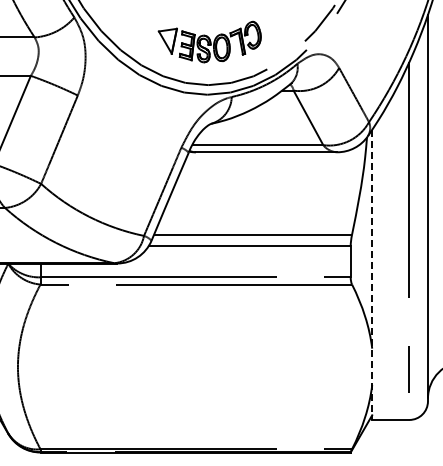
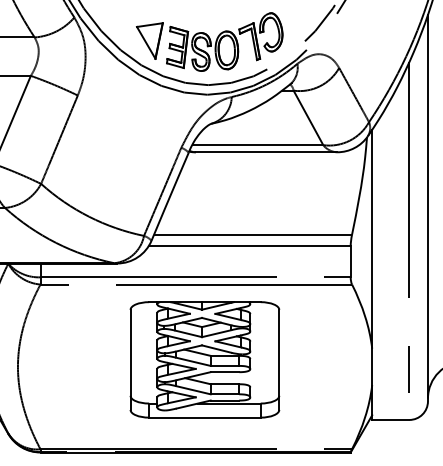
part at (209, 41) size: 105x44 px -> 148x60 px
line at (372, 275): dashed -> solid
part at (204, 359): none -> present
